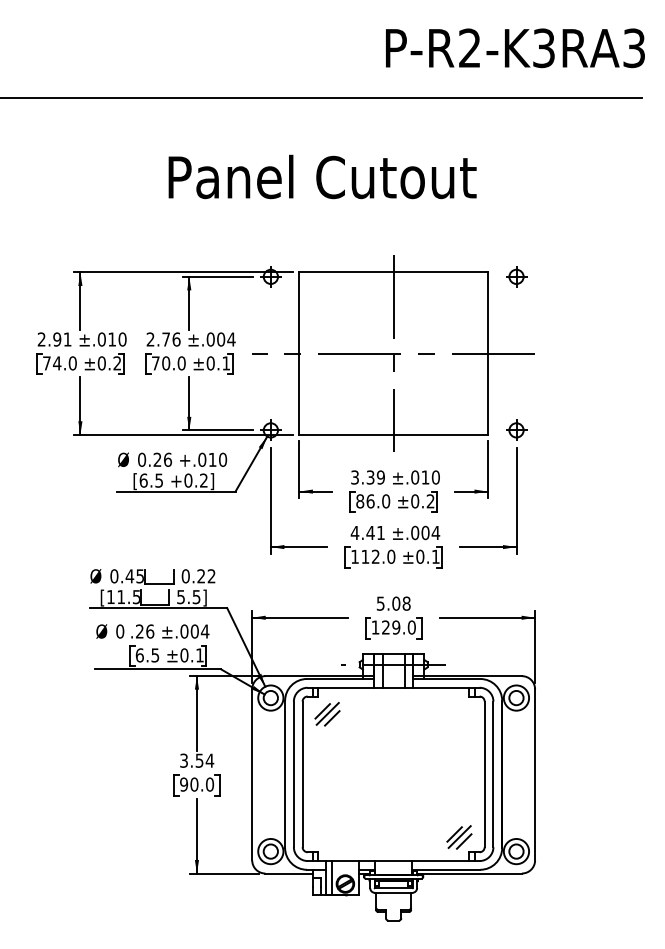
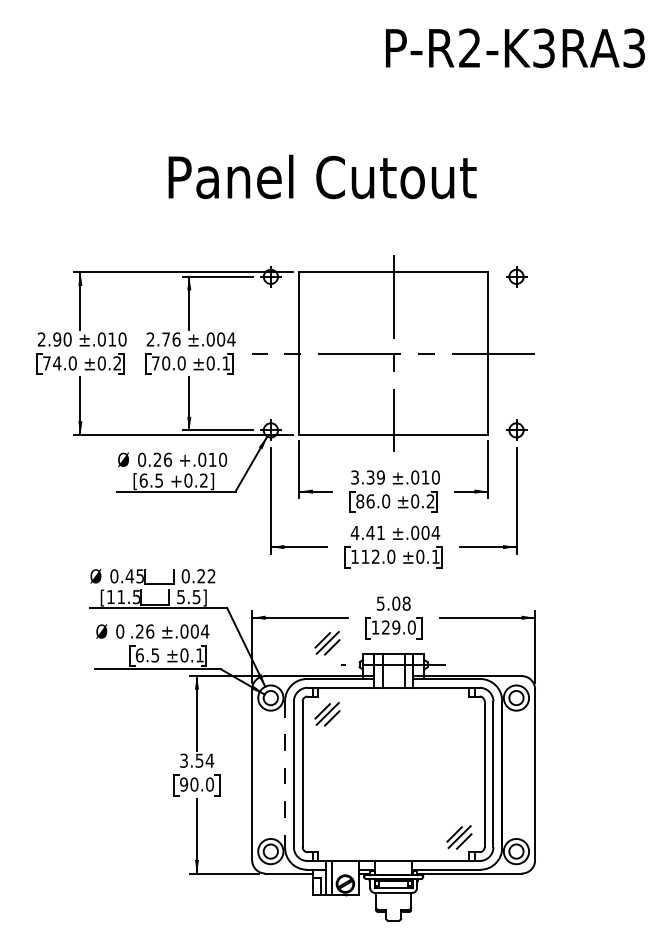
line at (321, 97): present -> none
text at (67, 339): 2.91 -> 2.90
part at (327, 643): none -> present
line at (285, 774): solid -> dashed
